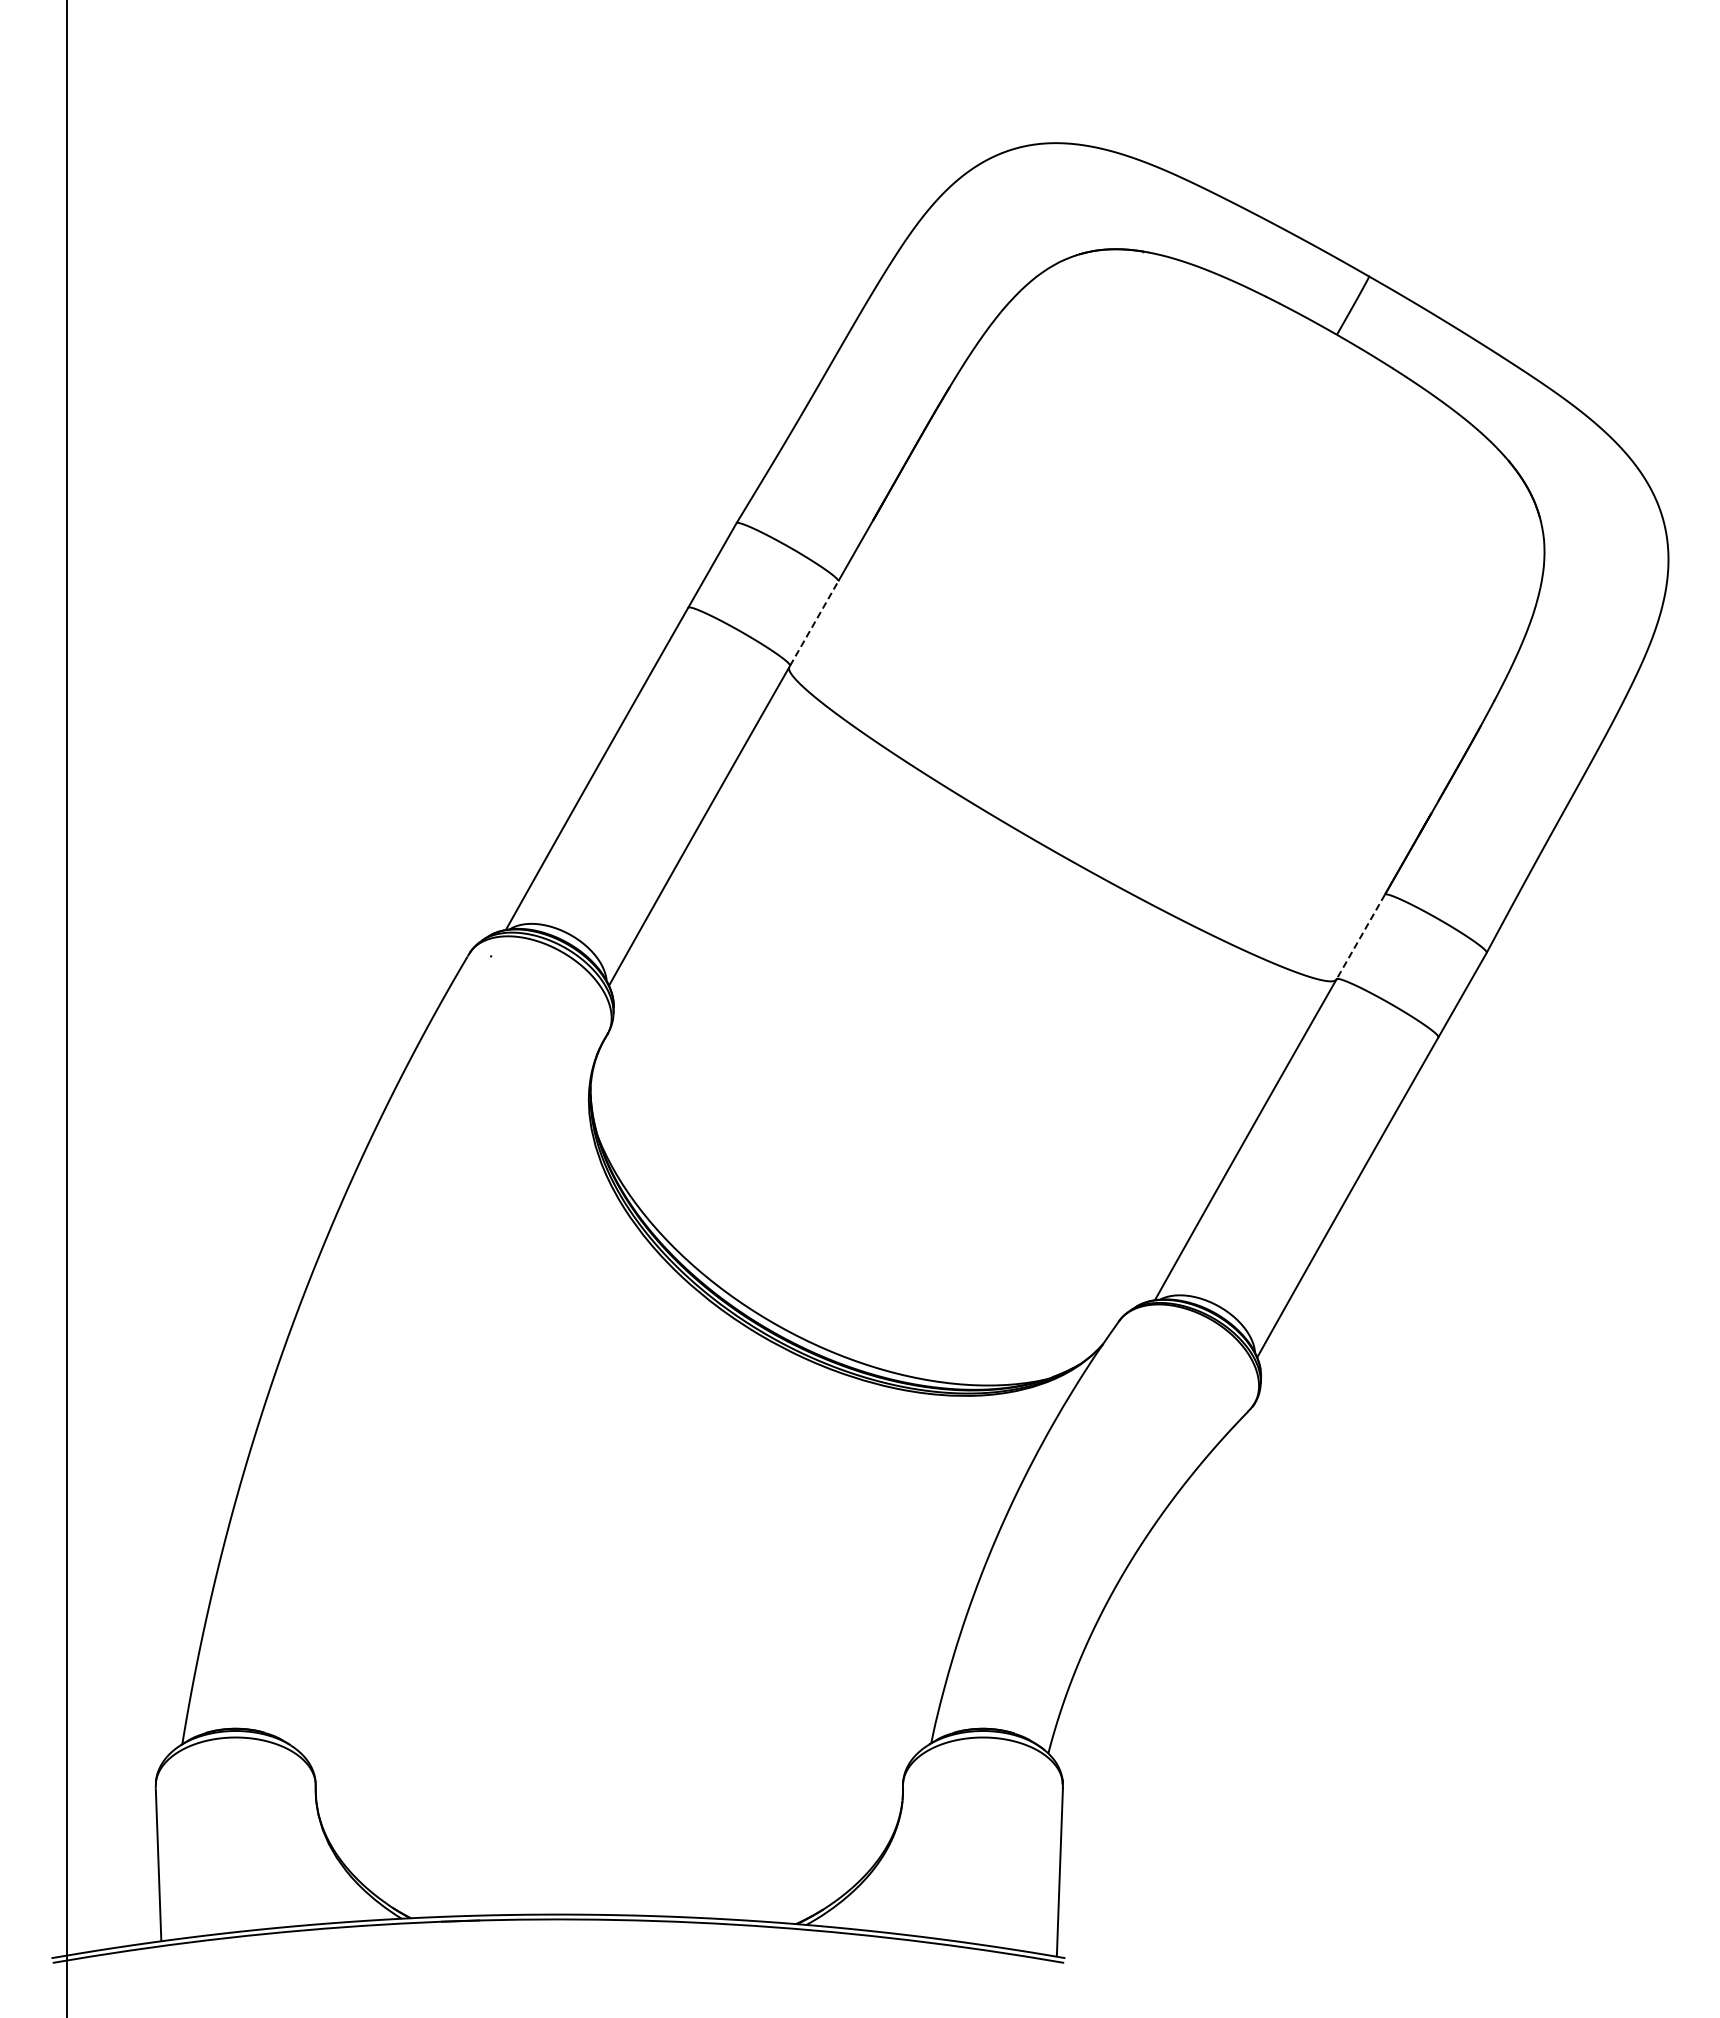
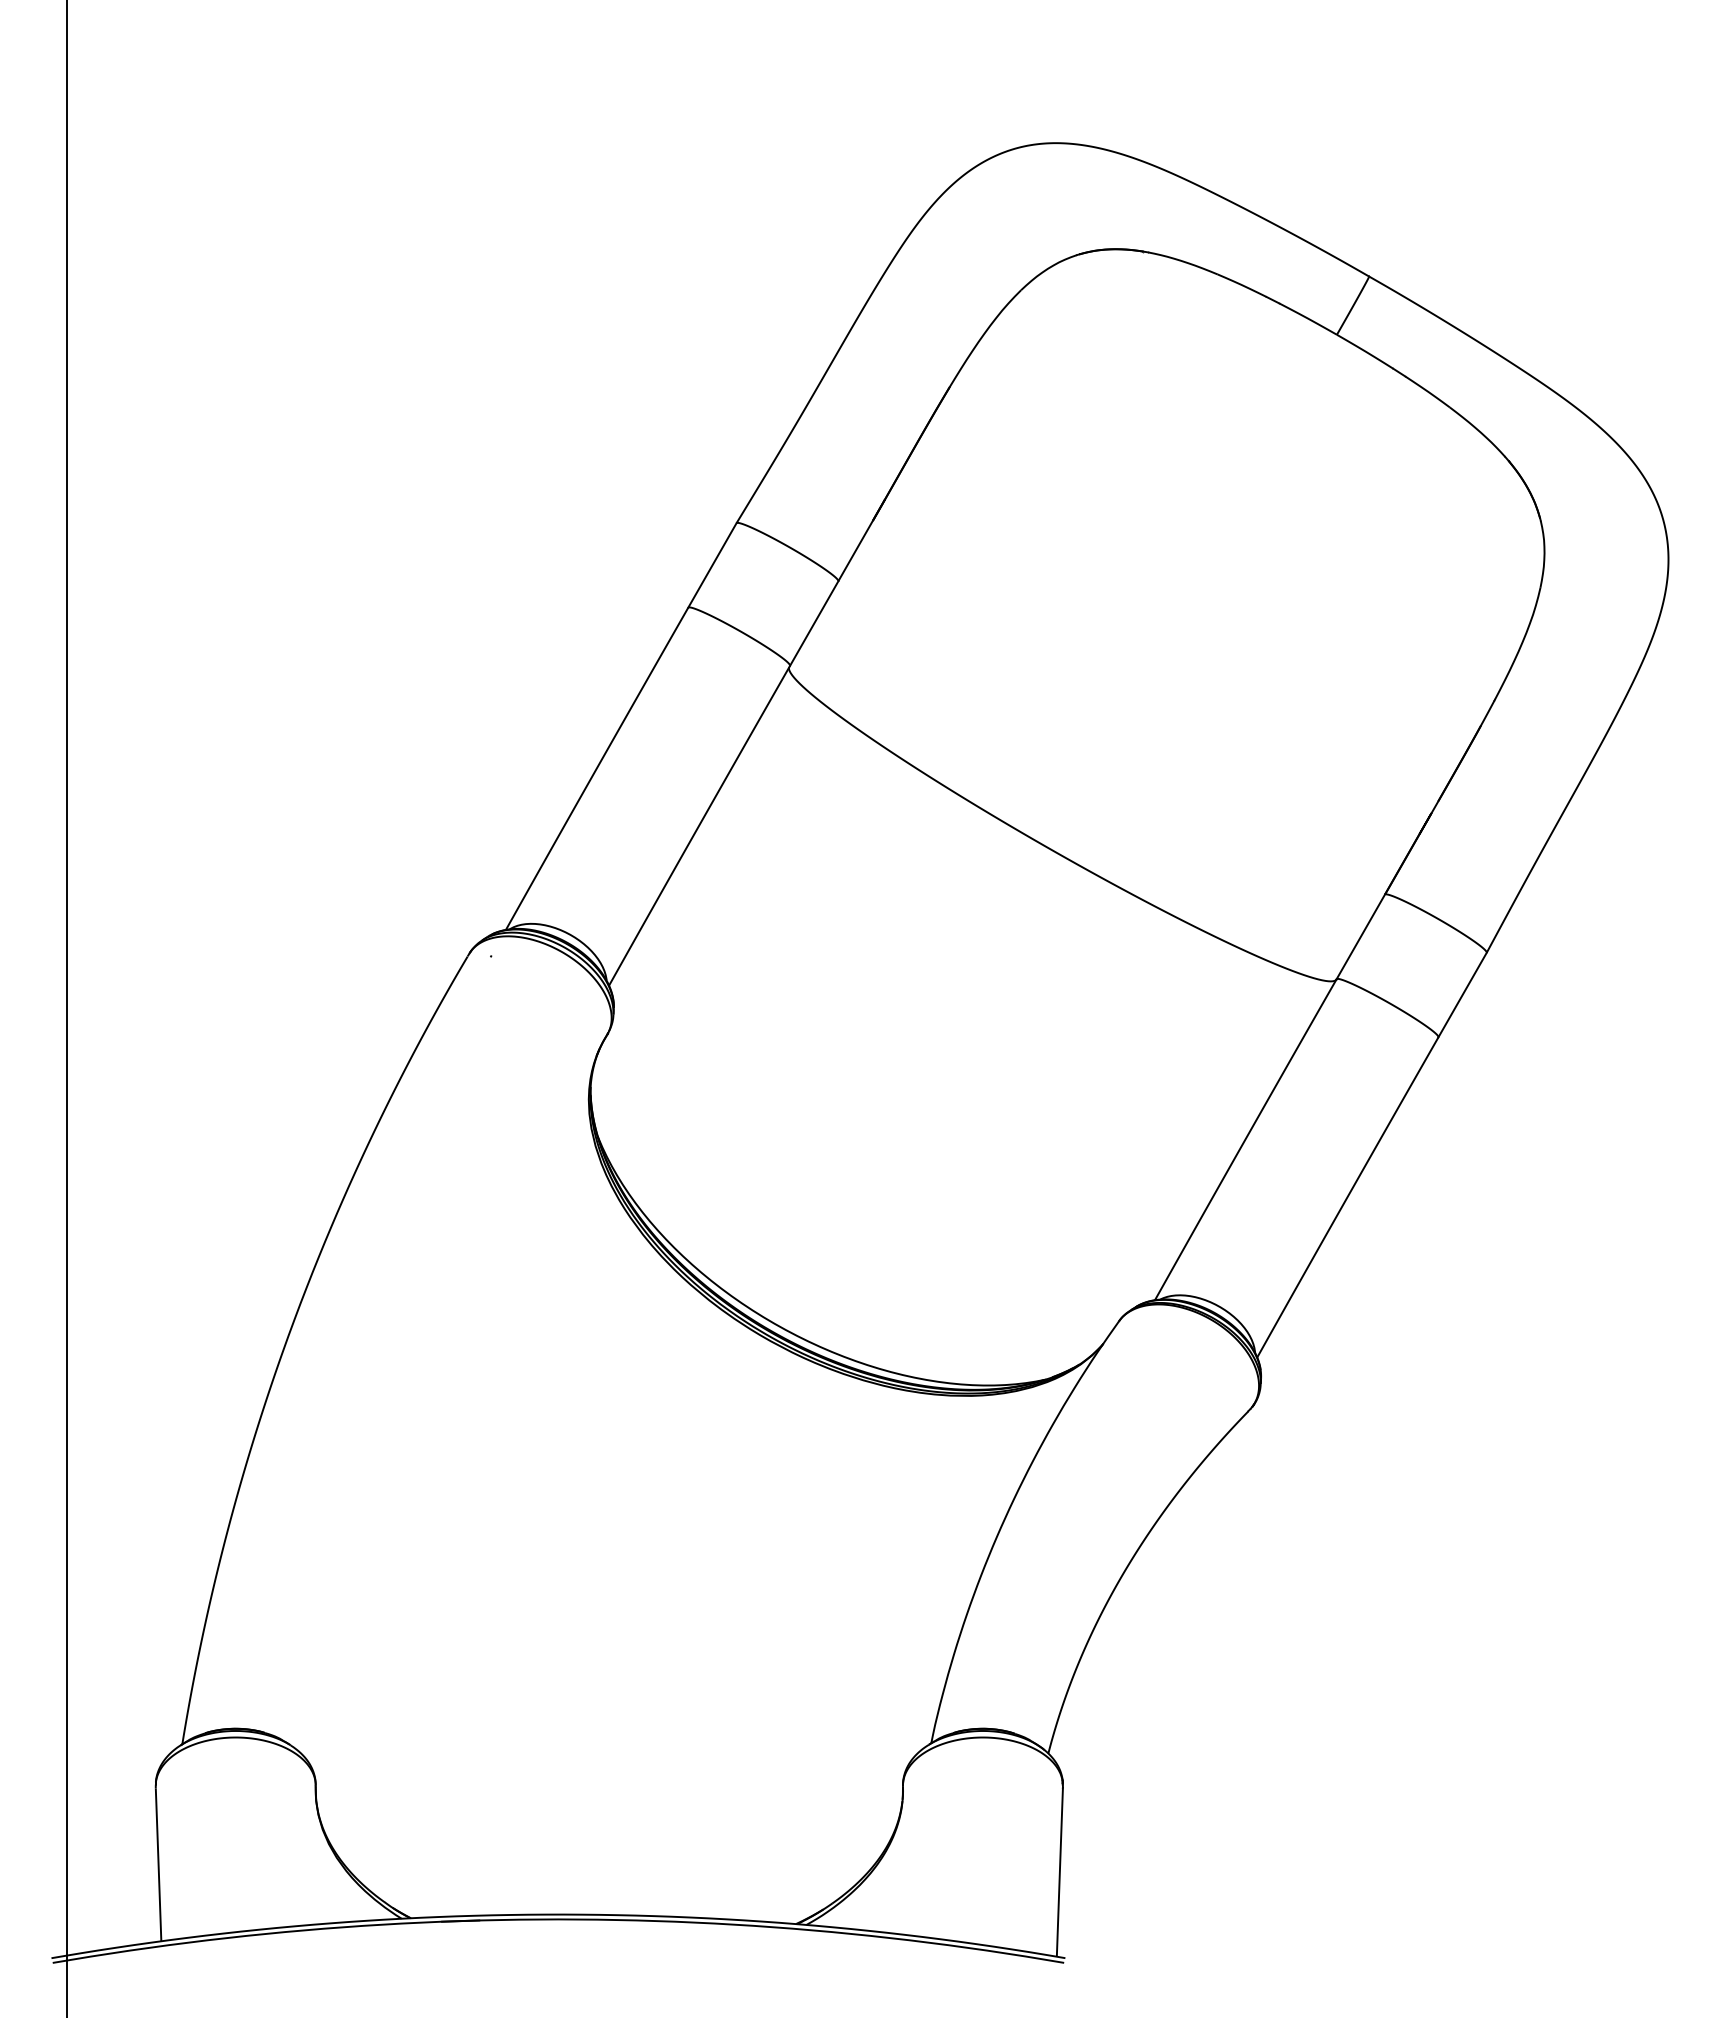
line at (814, 623): dashed -> solid
line at (1360, 936): dashed -> solid
